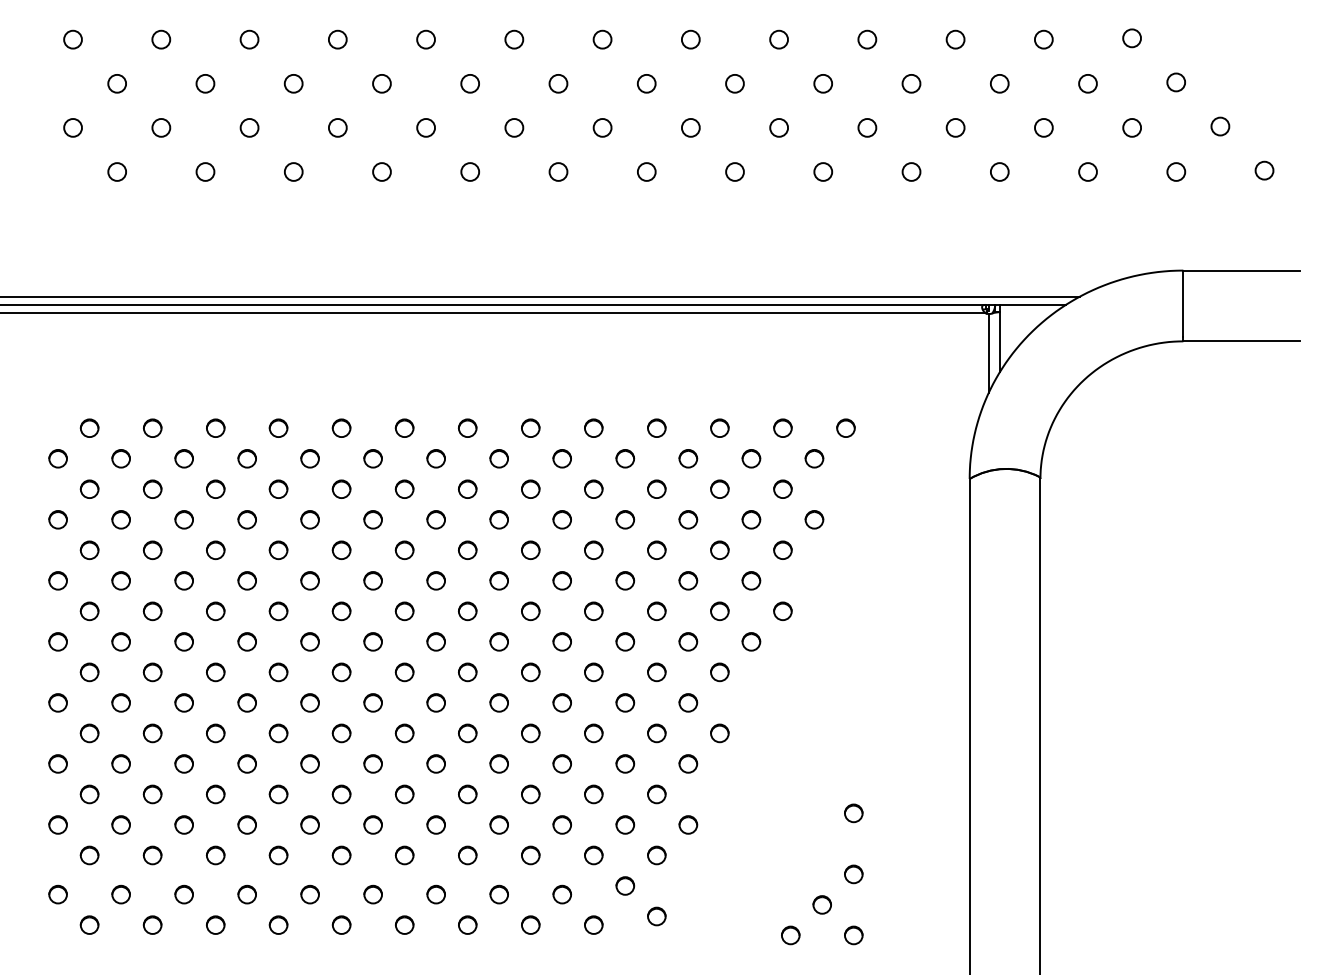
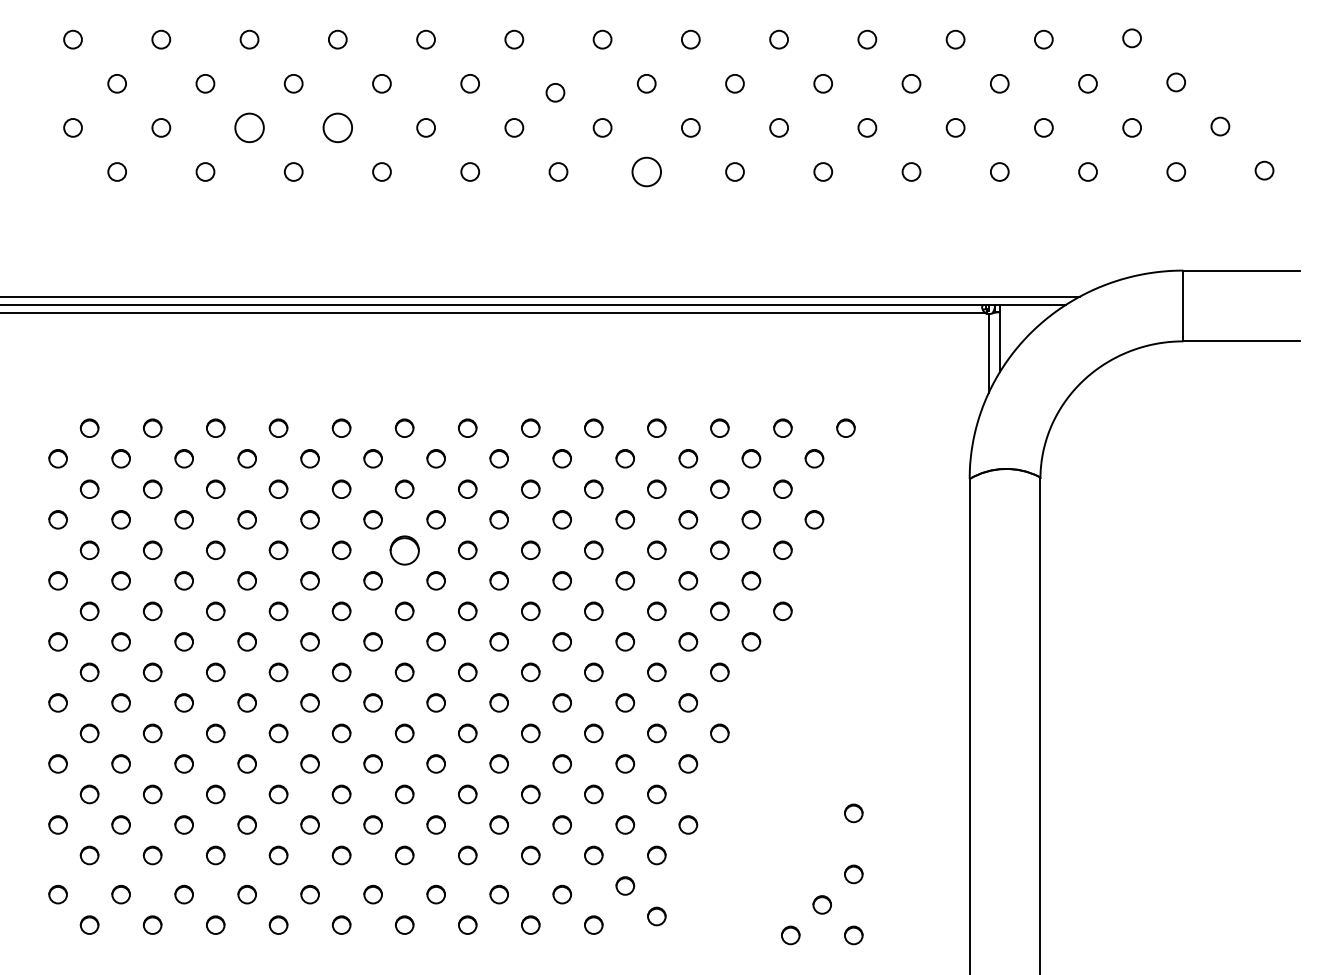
circle at (558, 83) position: (558, 83) -> (555, 92)
circle at (249, 127) diameter: 18 px -> 29 px
circle at (337, 127) diameter: 18 px -> 29 px
circle at (646, 171) diameter: 18 px -> 29 px
part at (404, 549) size: 21x20 px -> 31x31 px
